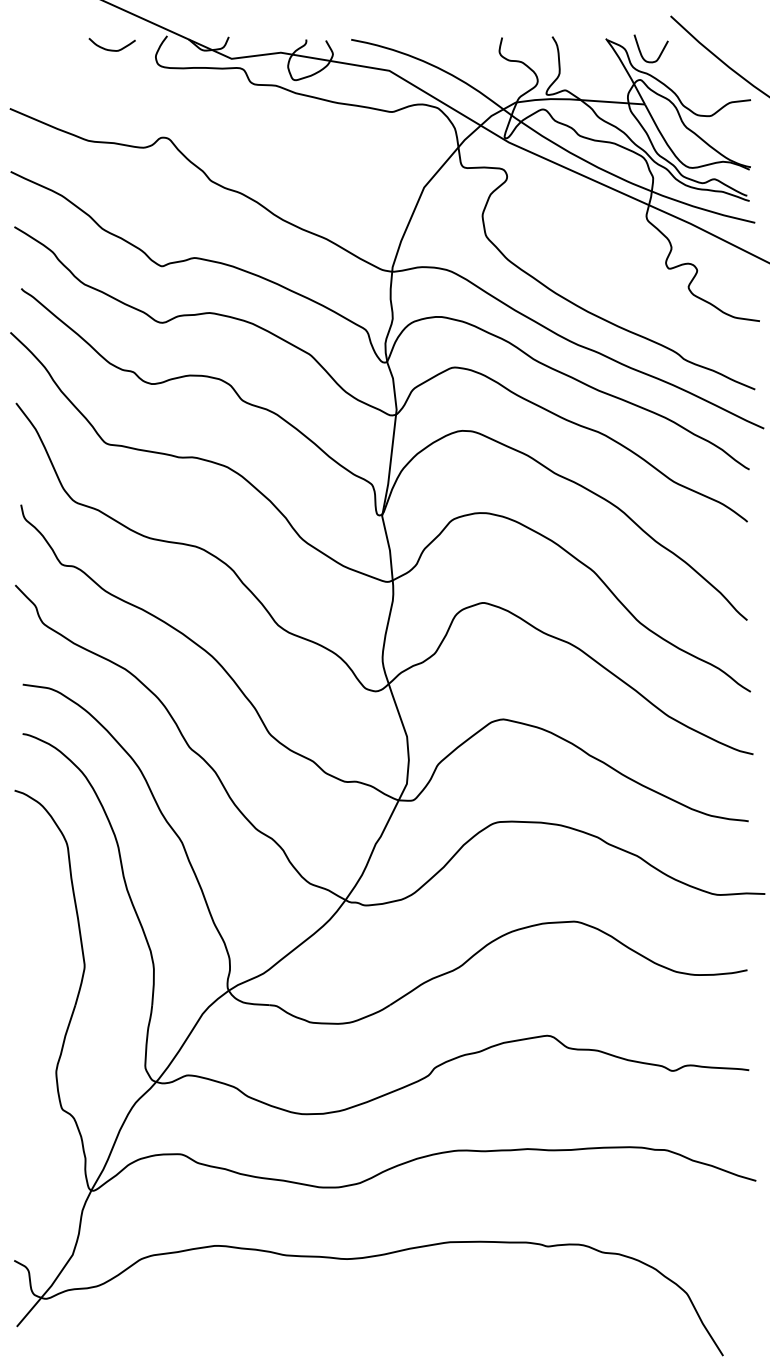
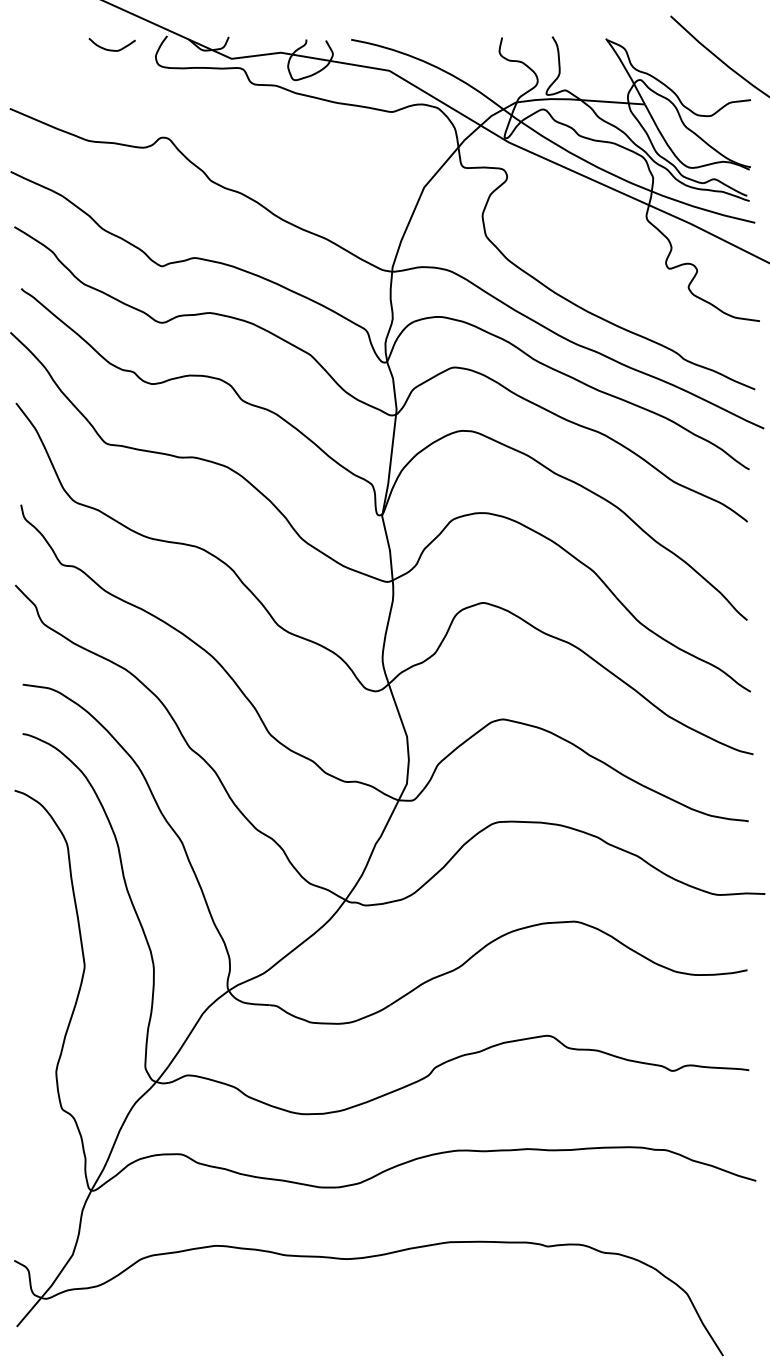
curve at (641, 52): present -> none
